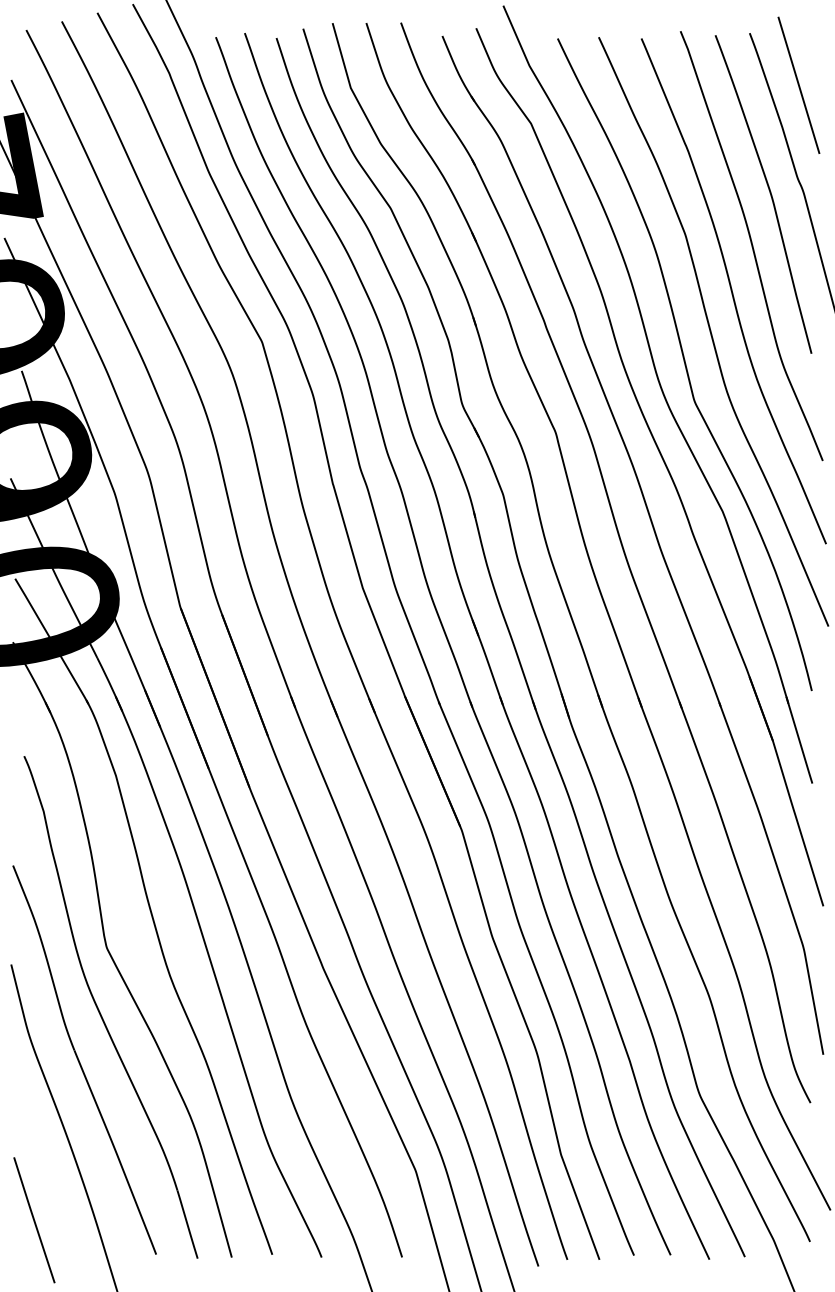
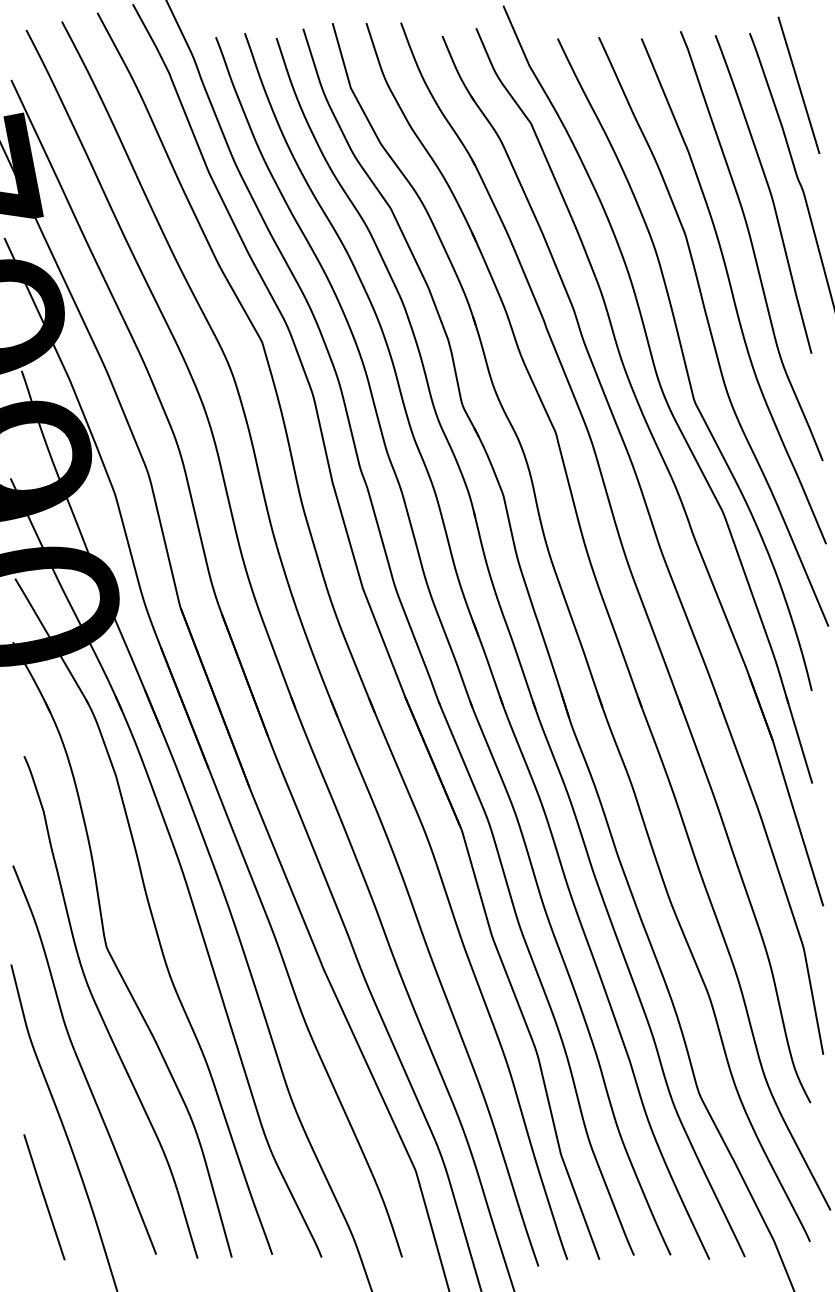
line at (34, 1220) position: (34, 1220) -> (44, 1197)
